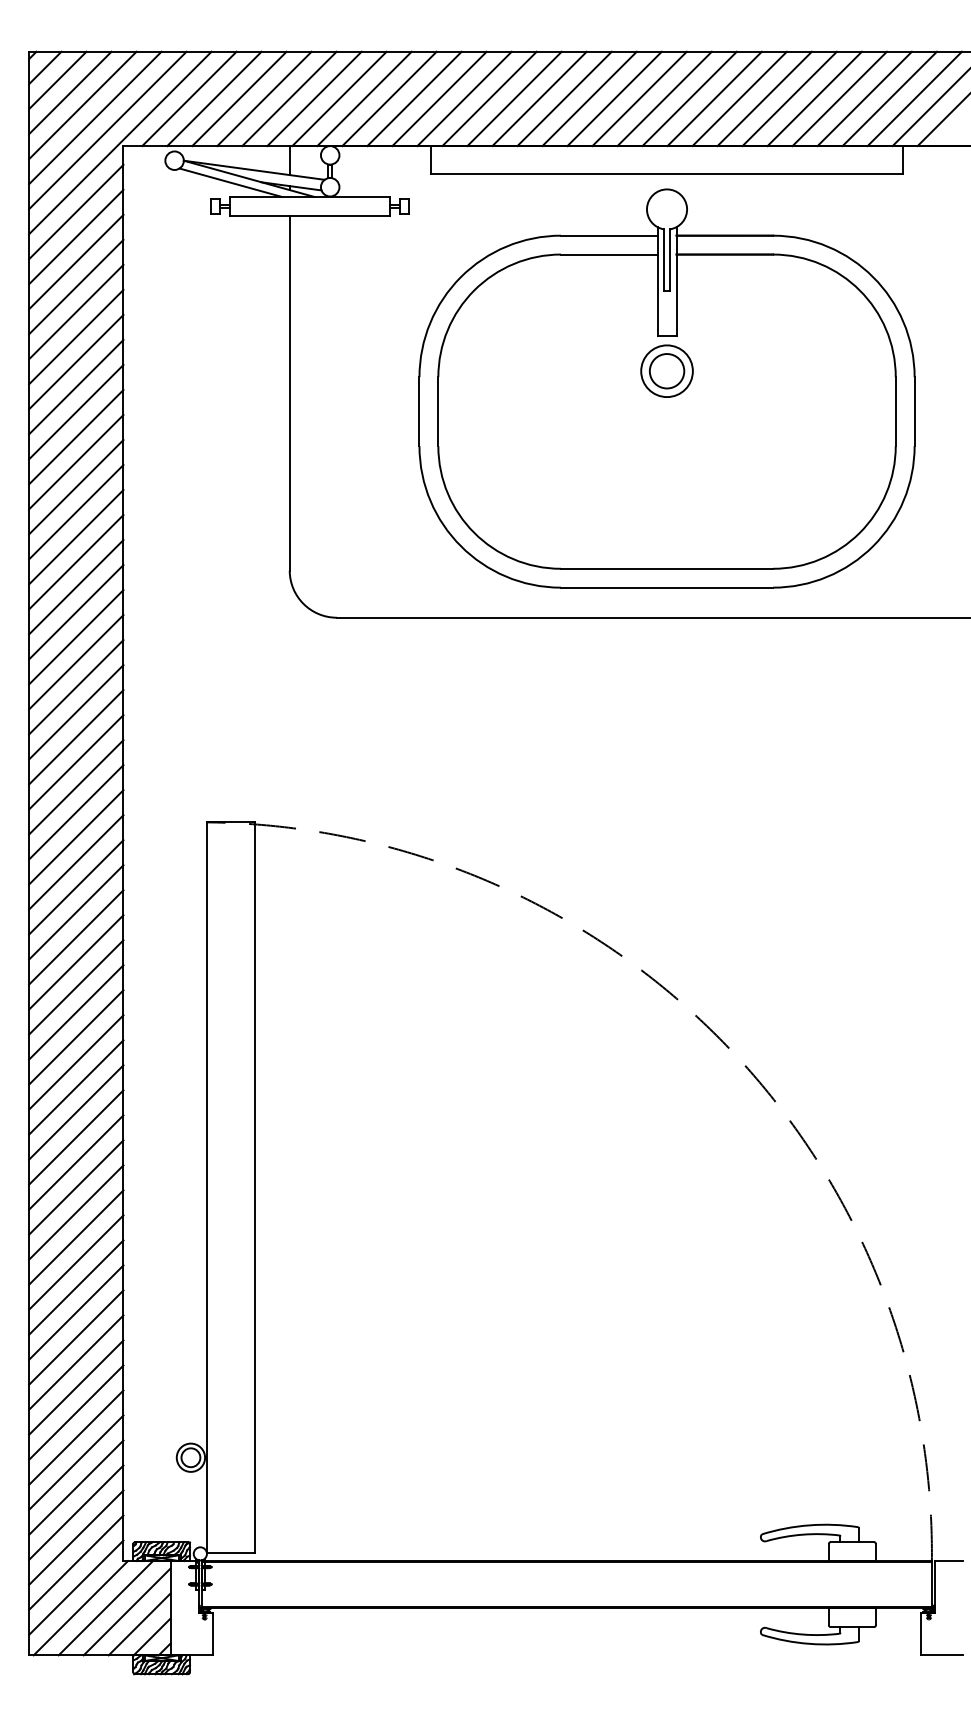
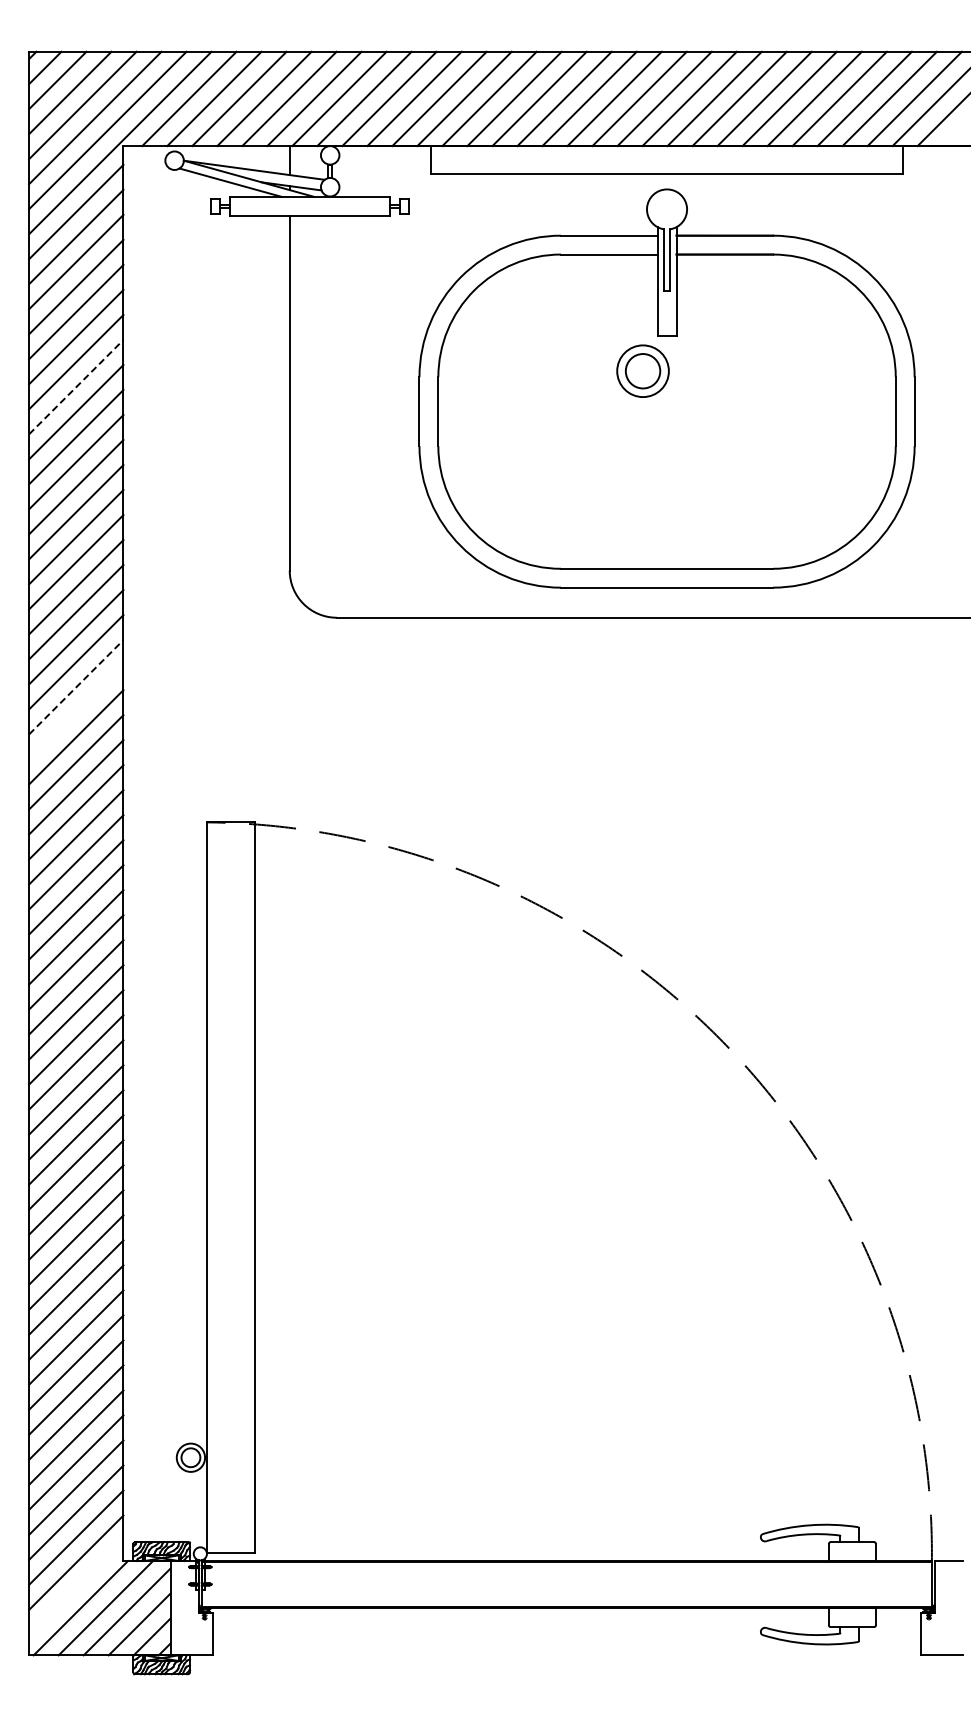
part at (666, 370) position: (666, 370) -> (642, 370)
line at (76, 387): solid -> dashed
line at (76, 687): solid -> dashed
line at (76, 712): present -> none
line at (76, 1587): present -> none
